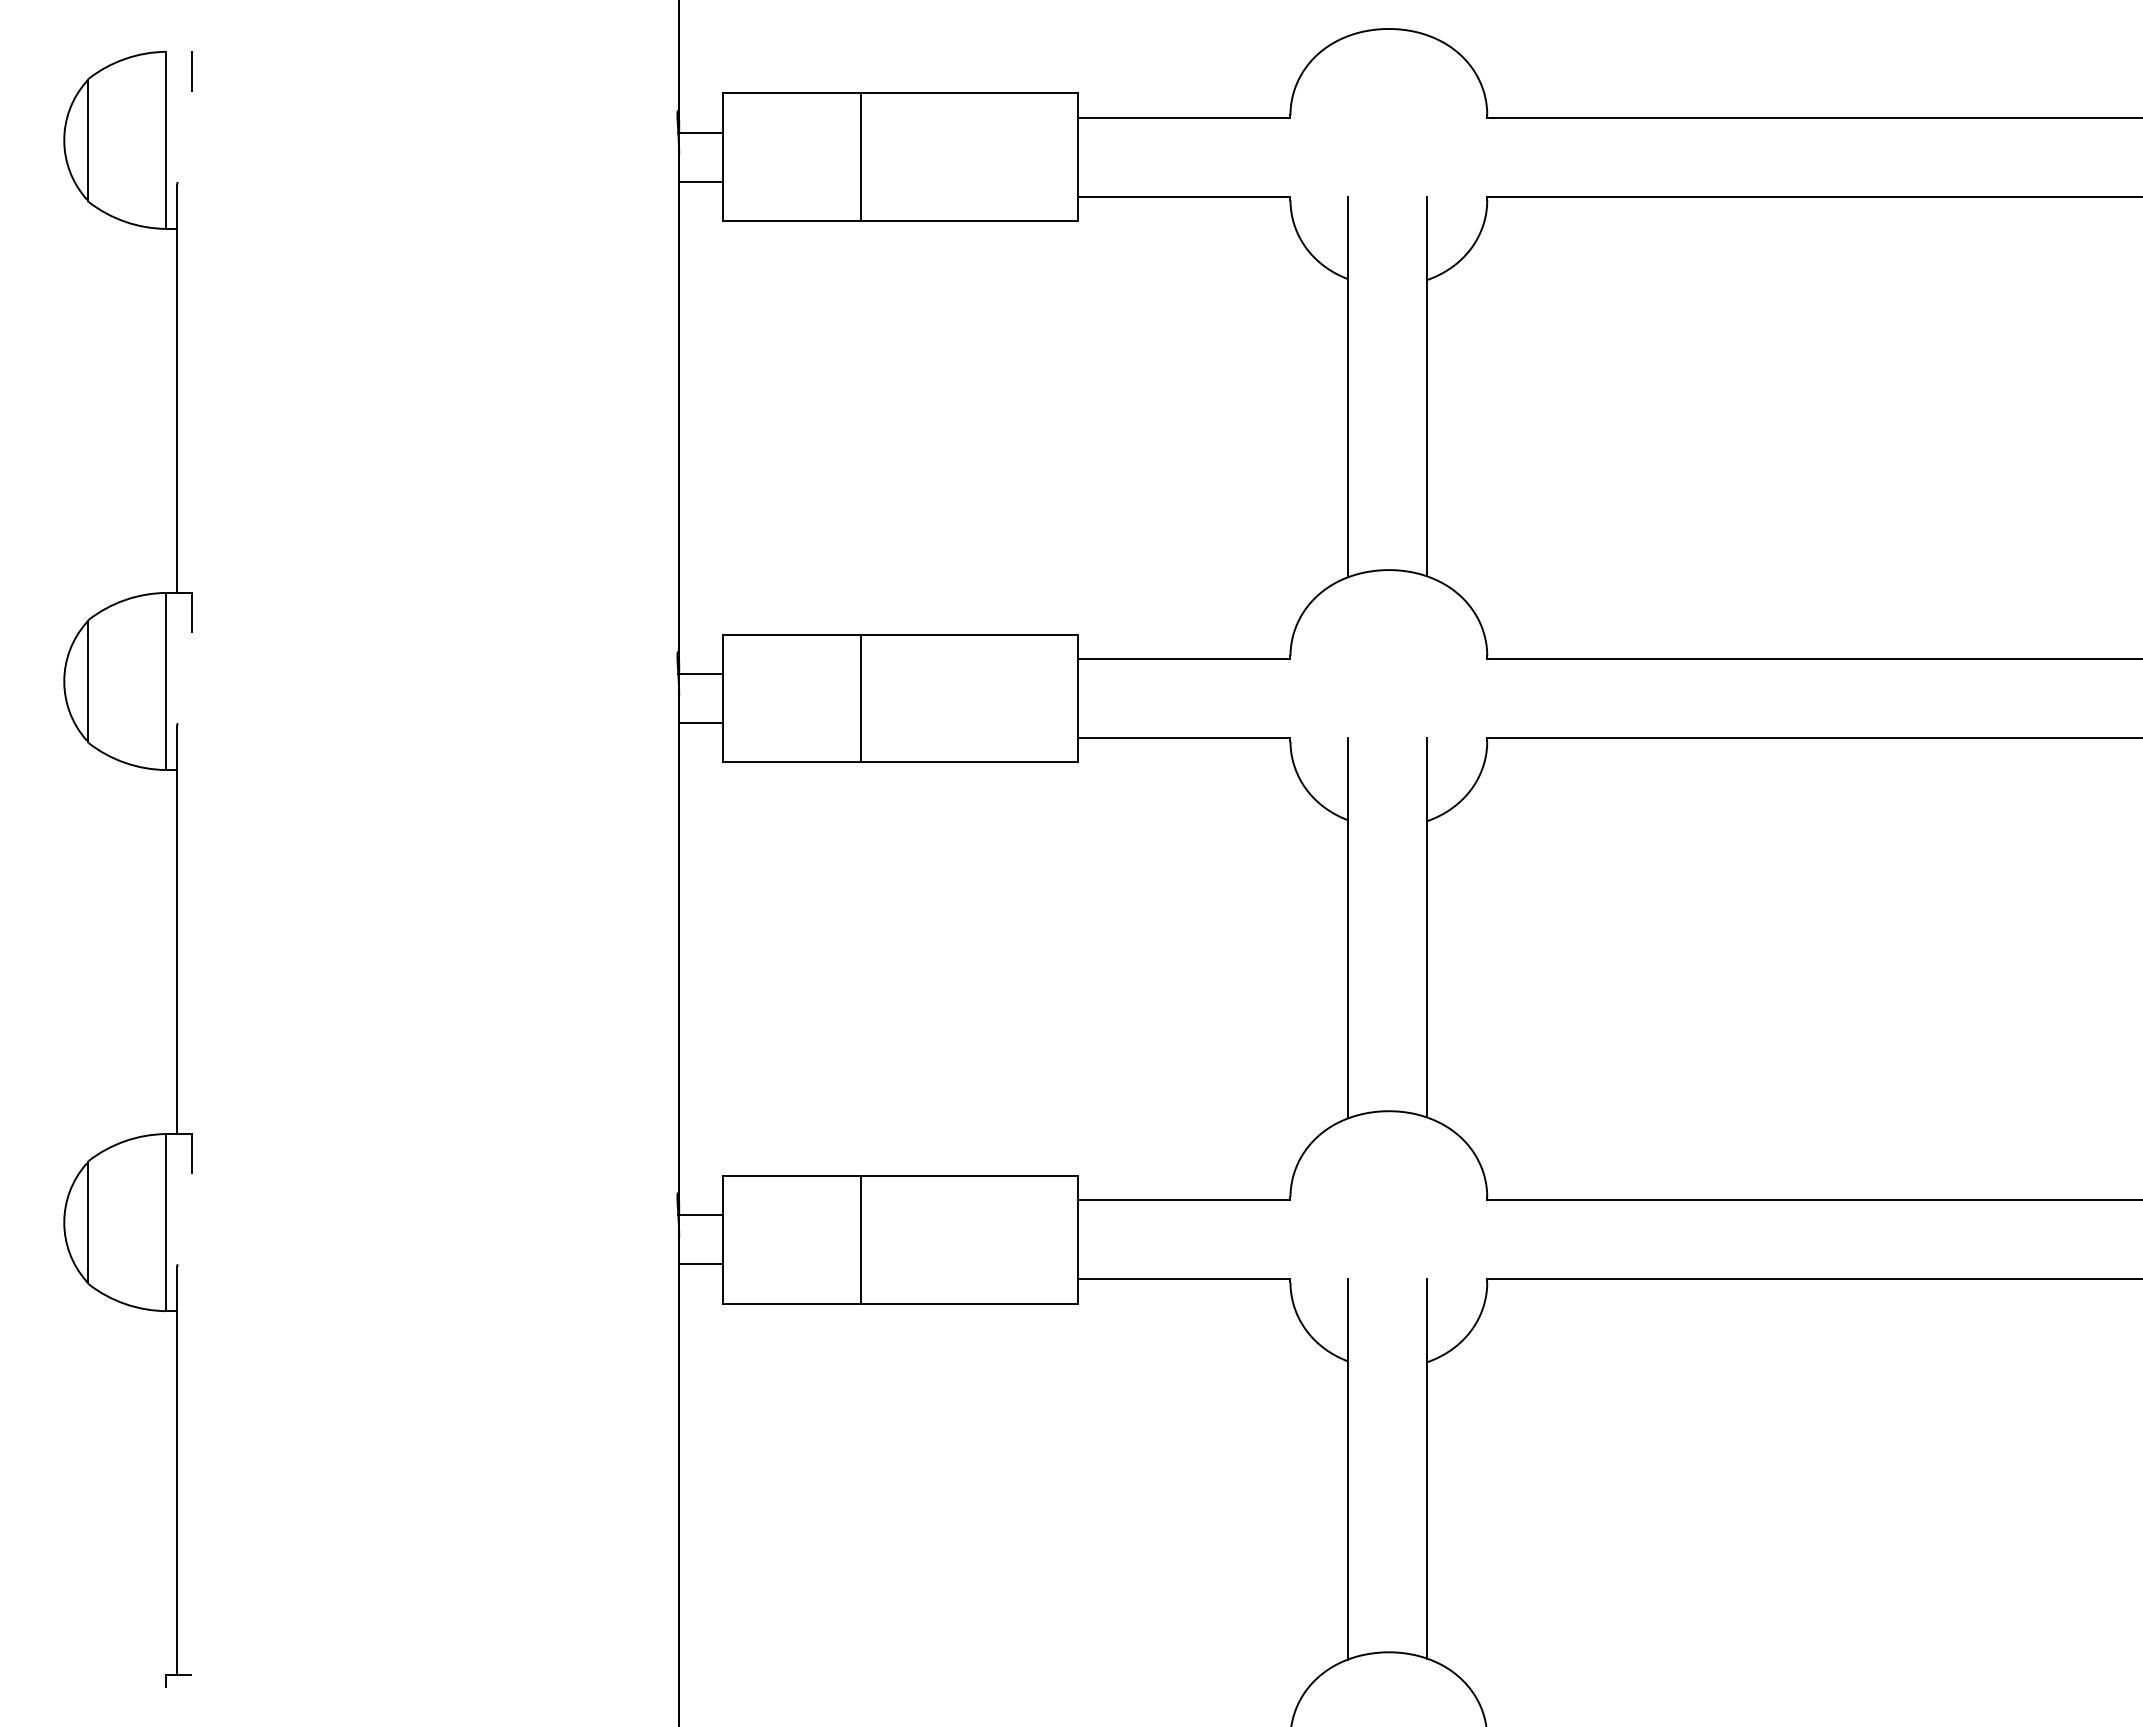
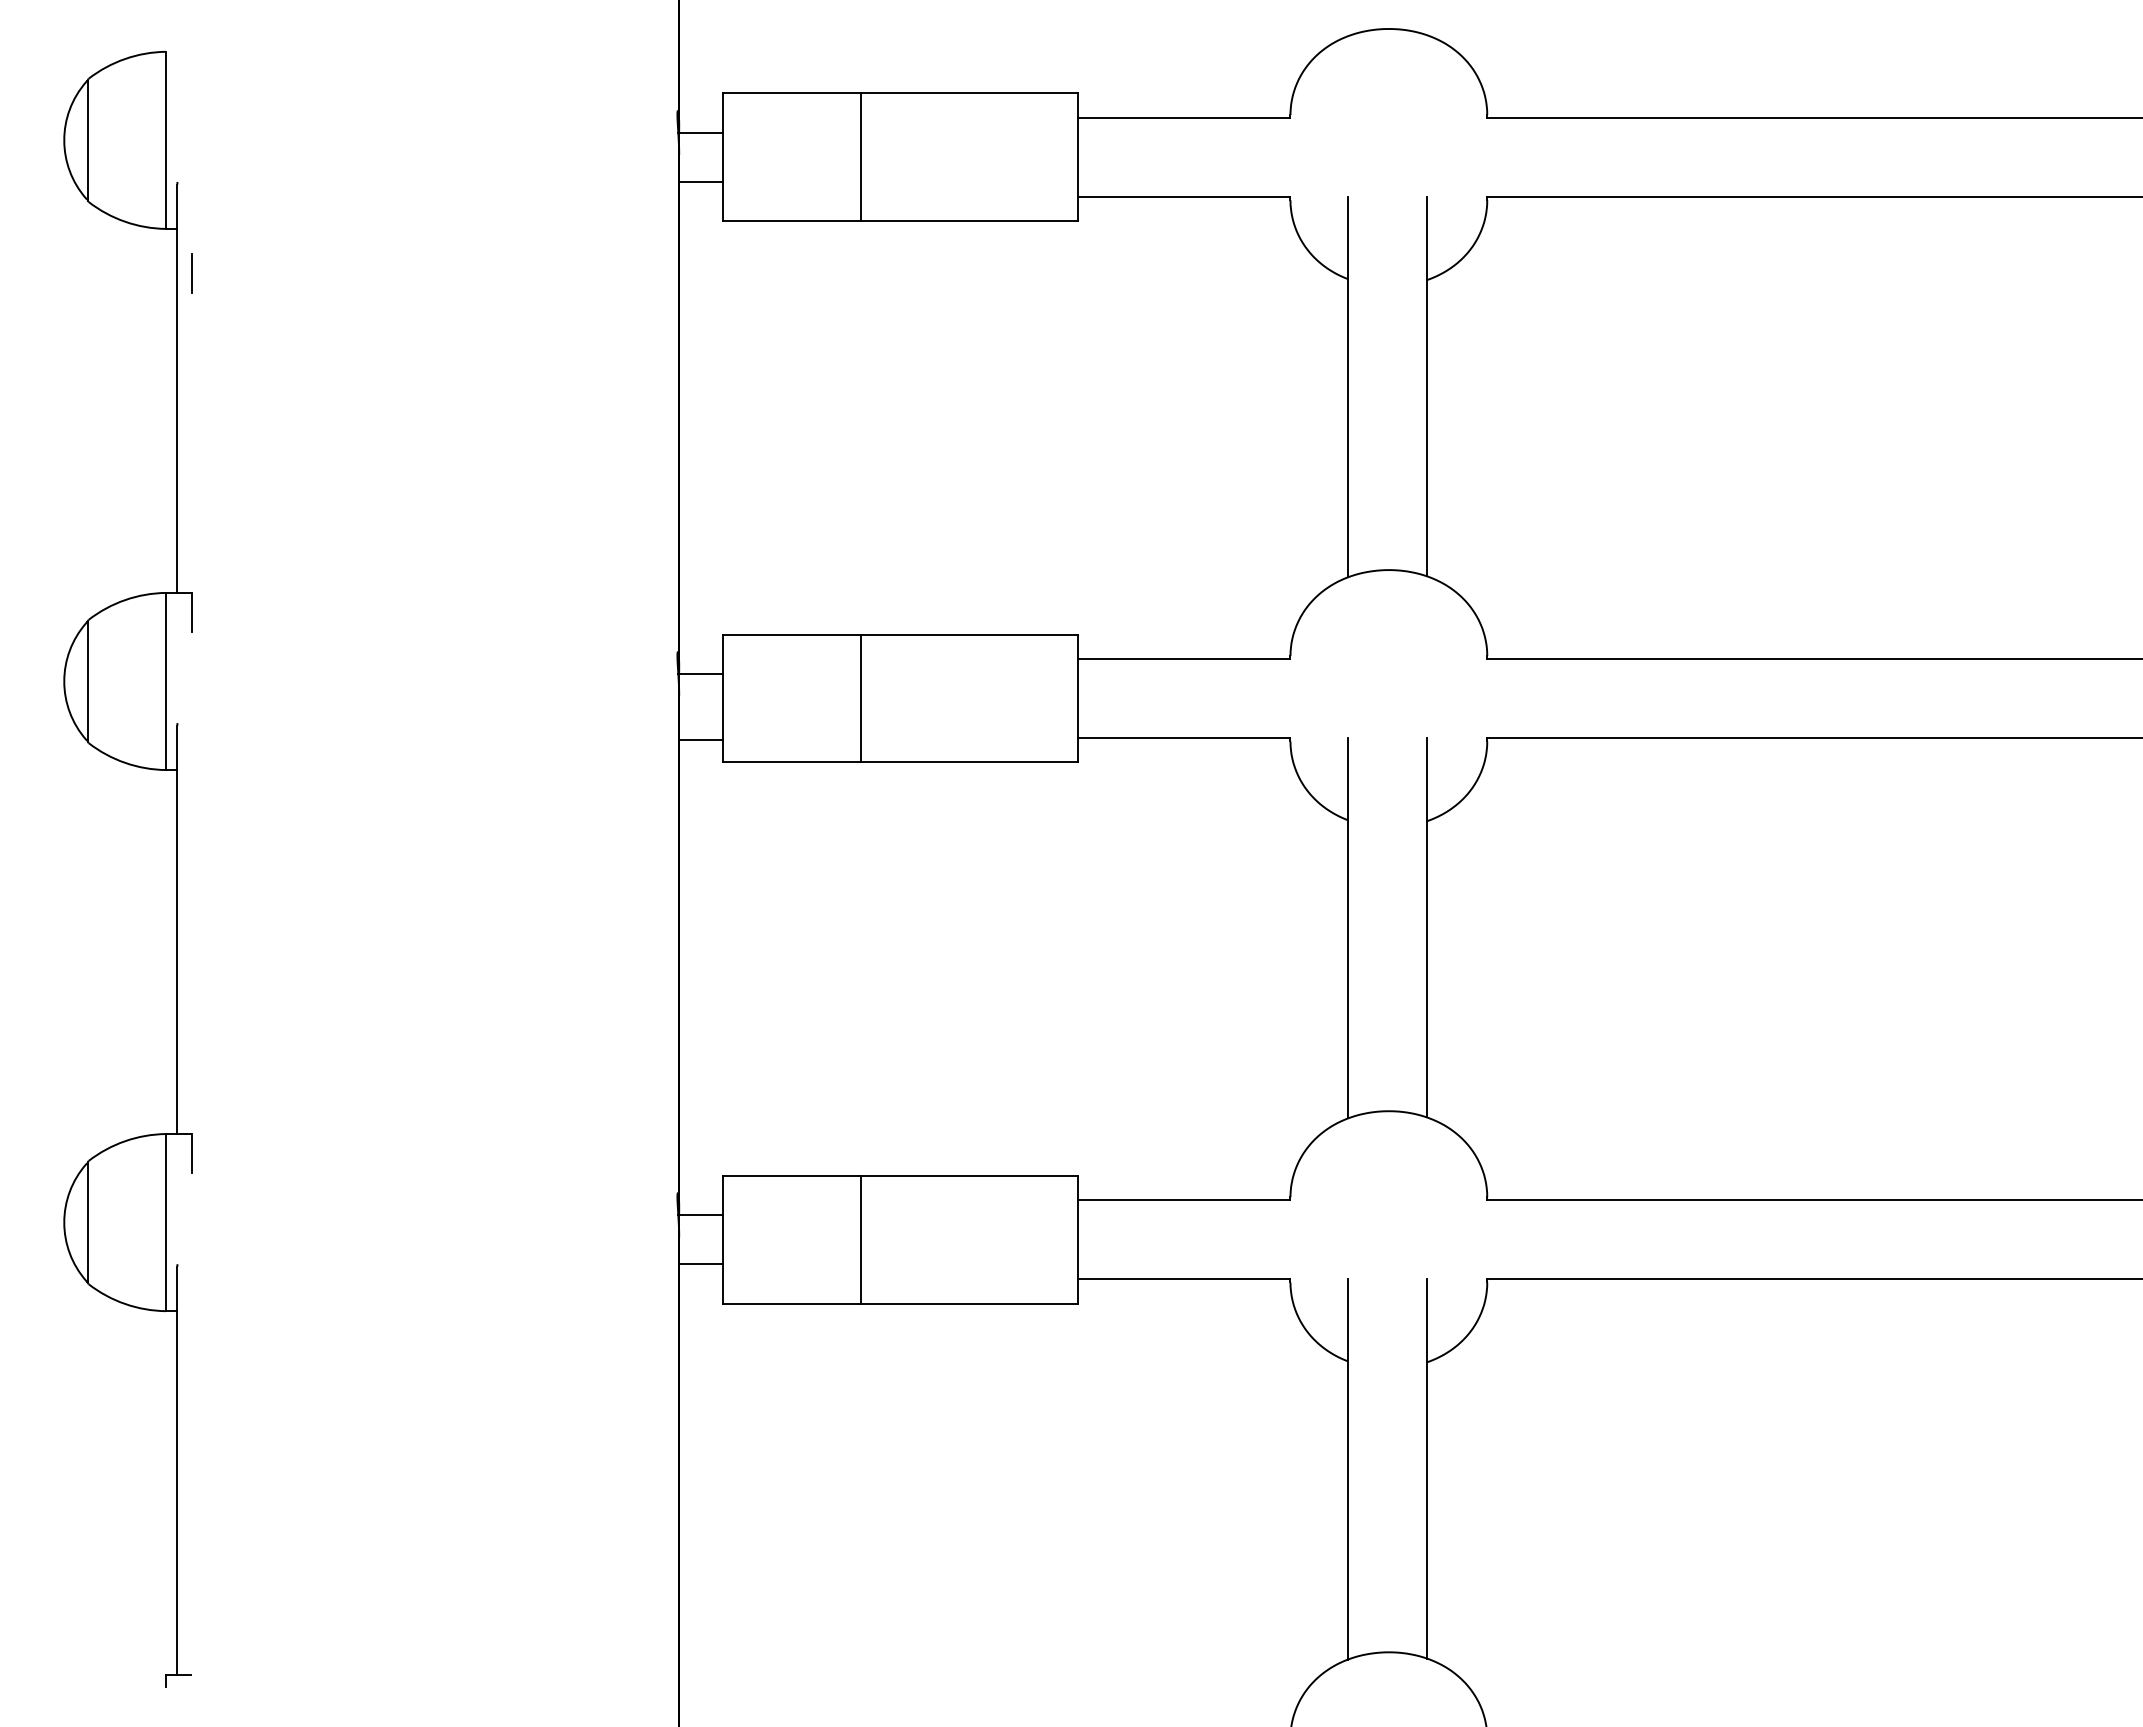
line at (191, 71) position: (191, 71) -> (191, 273)
line at (701, 723) position: (701, 723) -> (701, 740)
